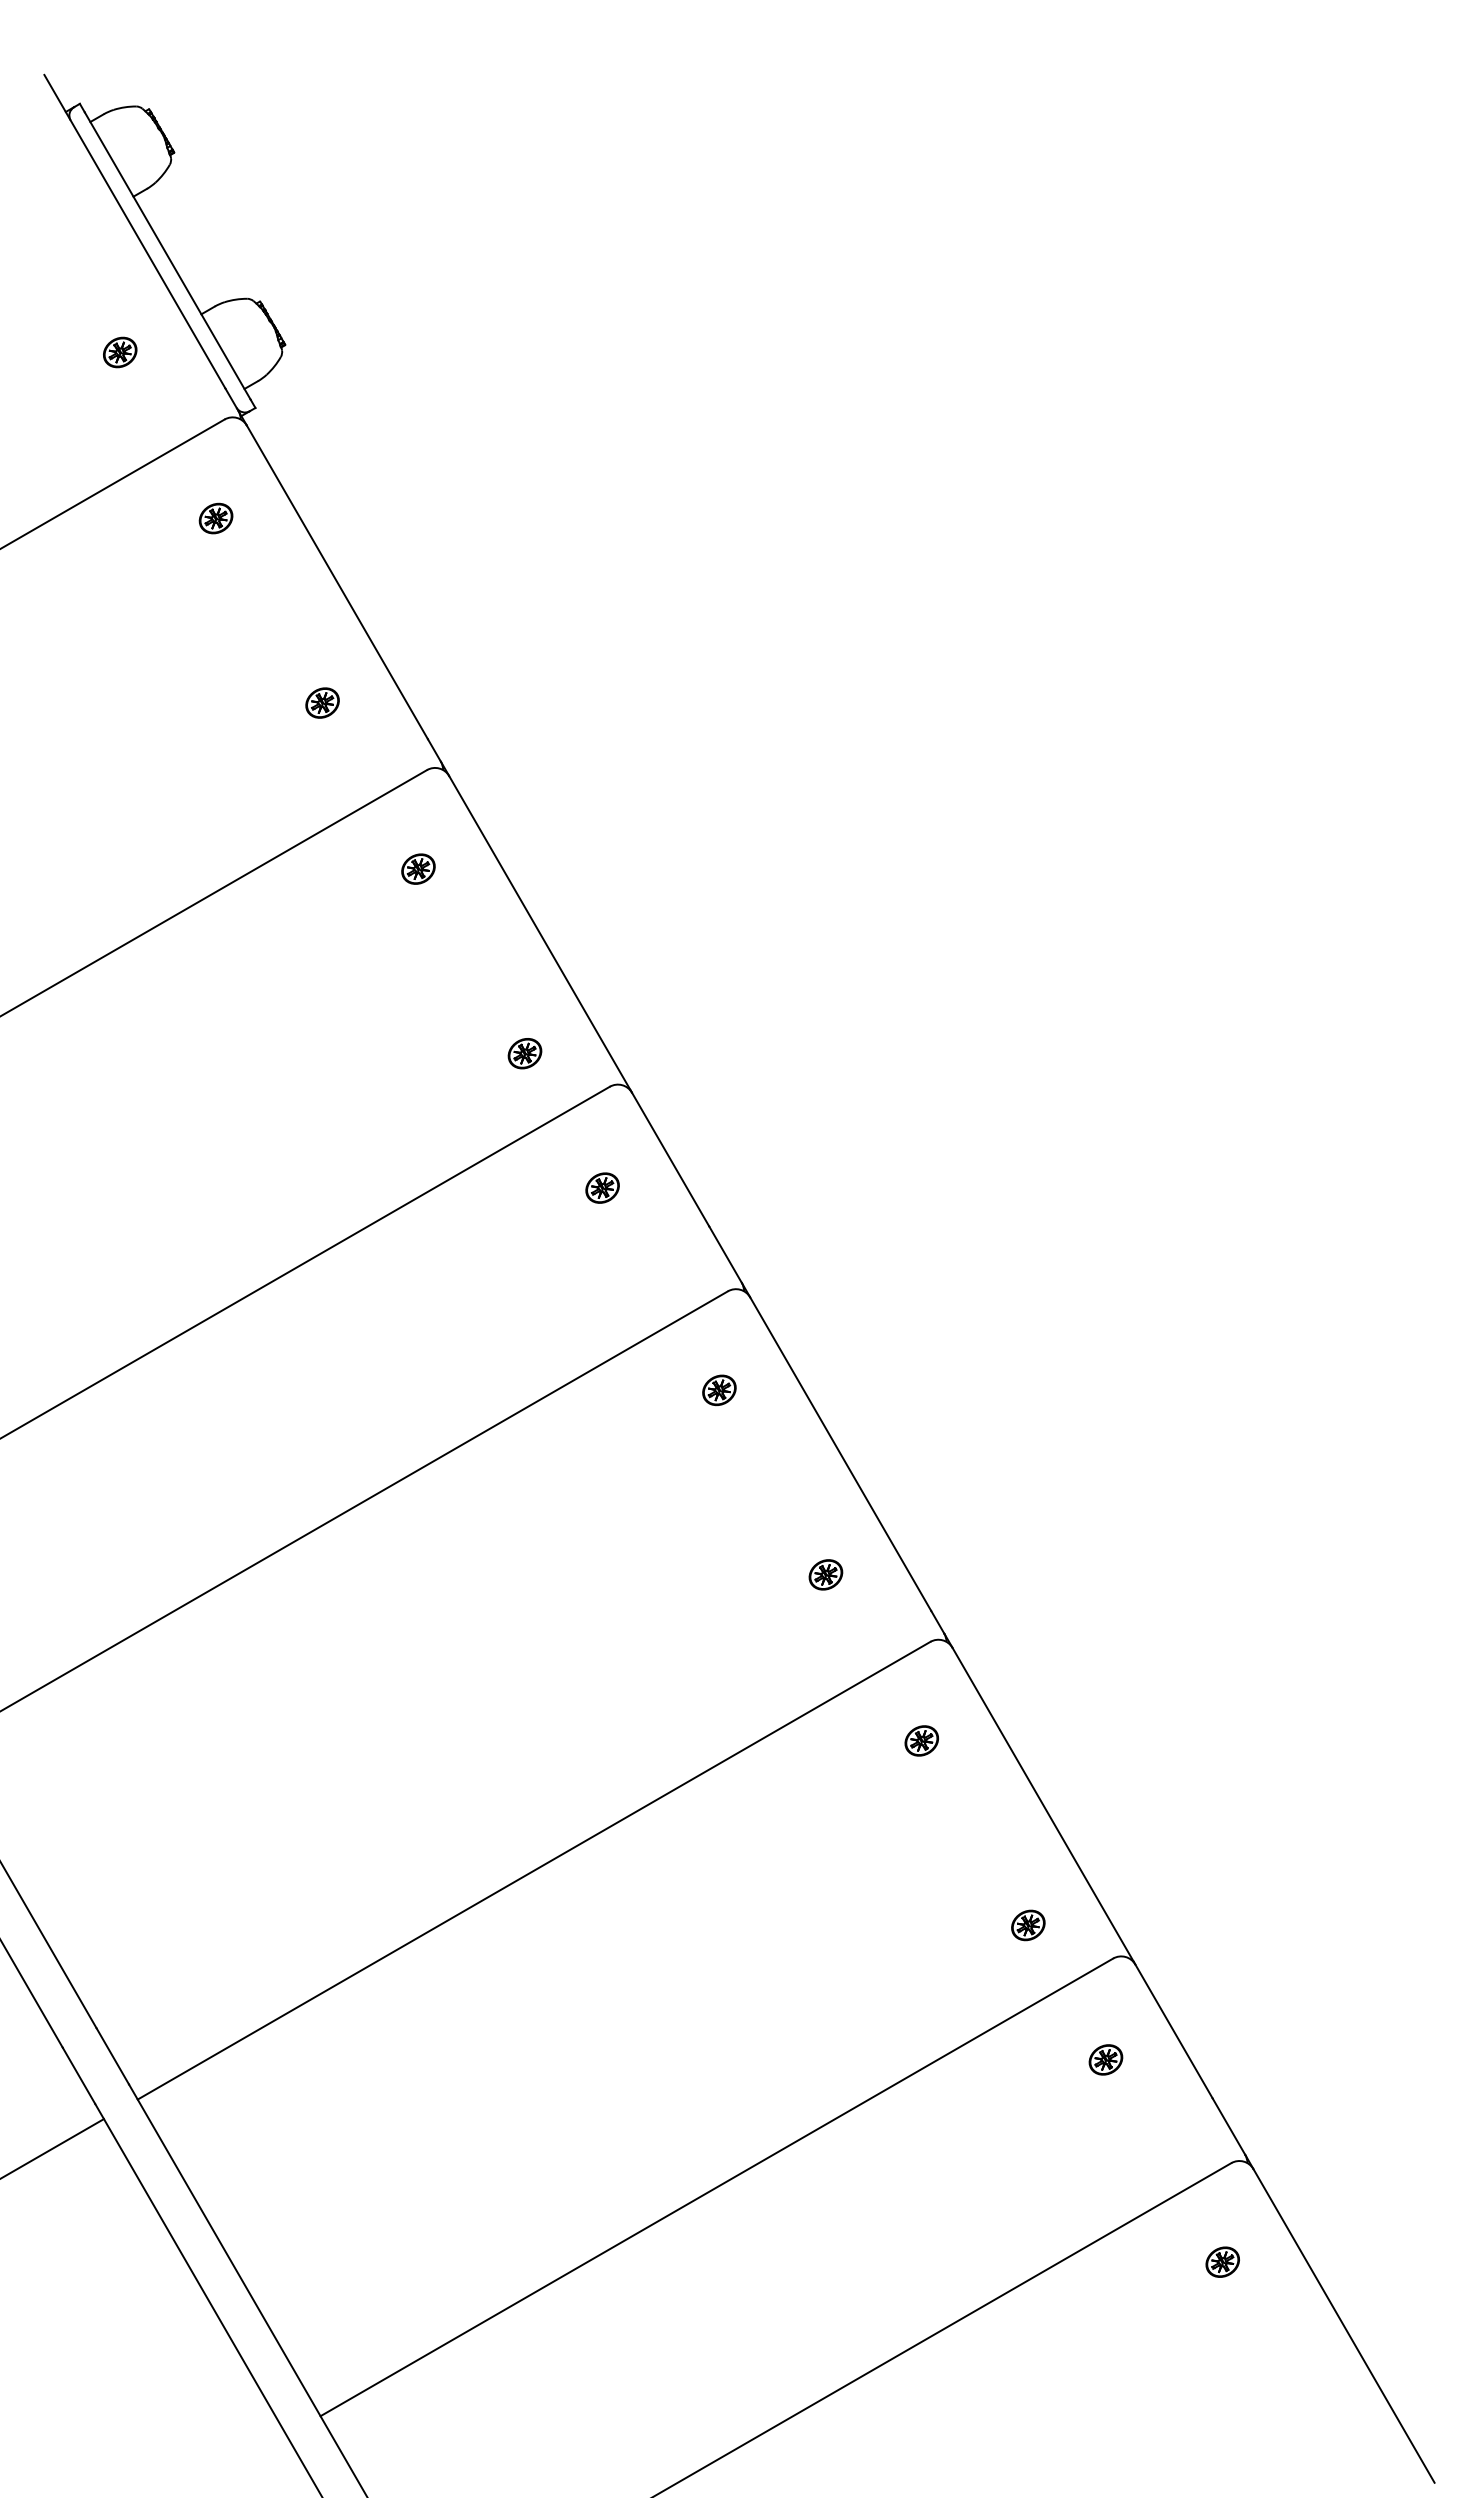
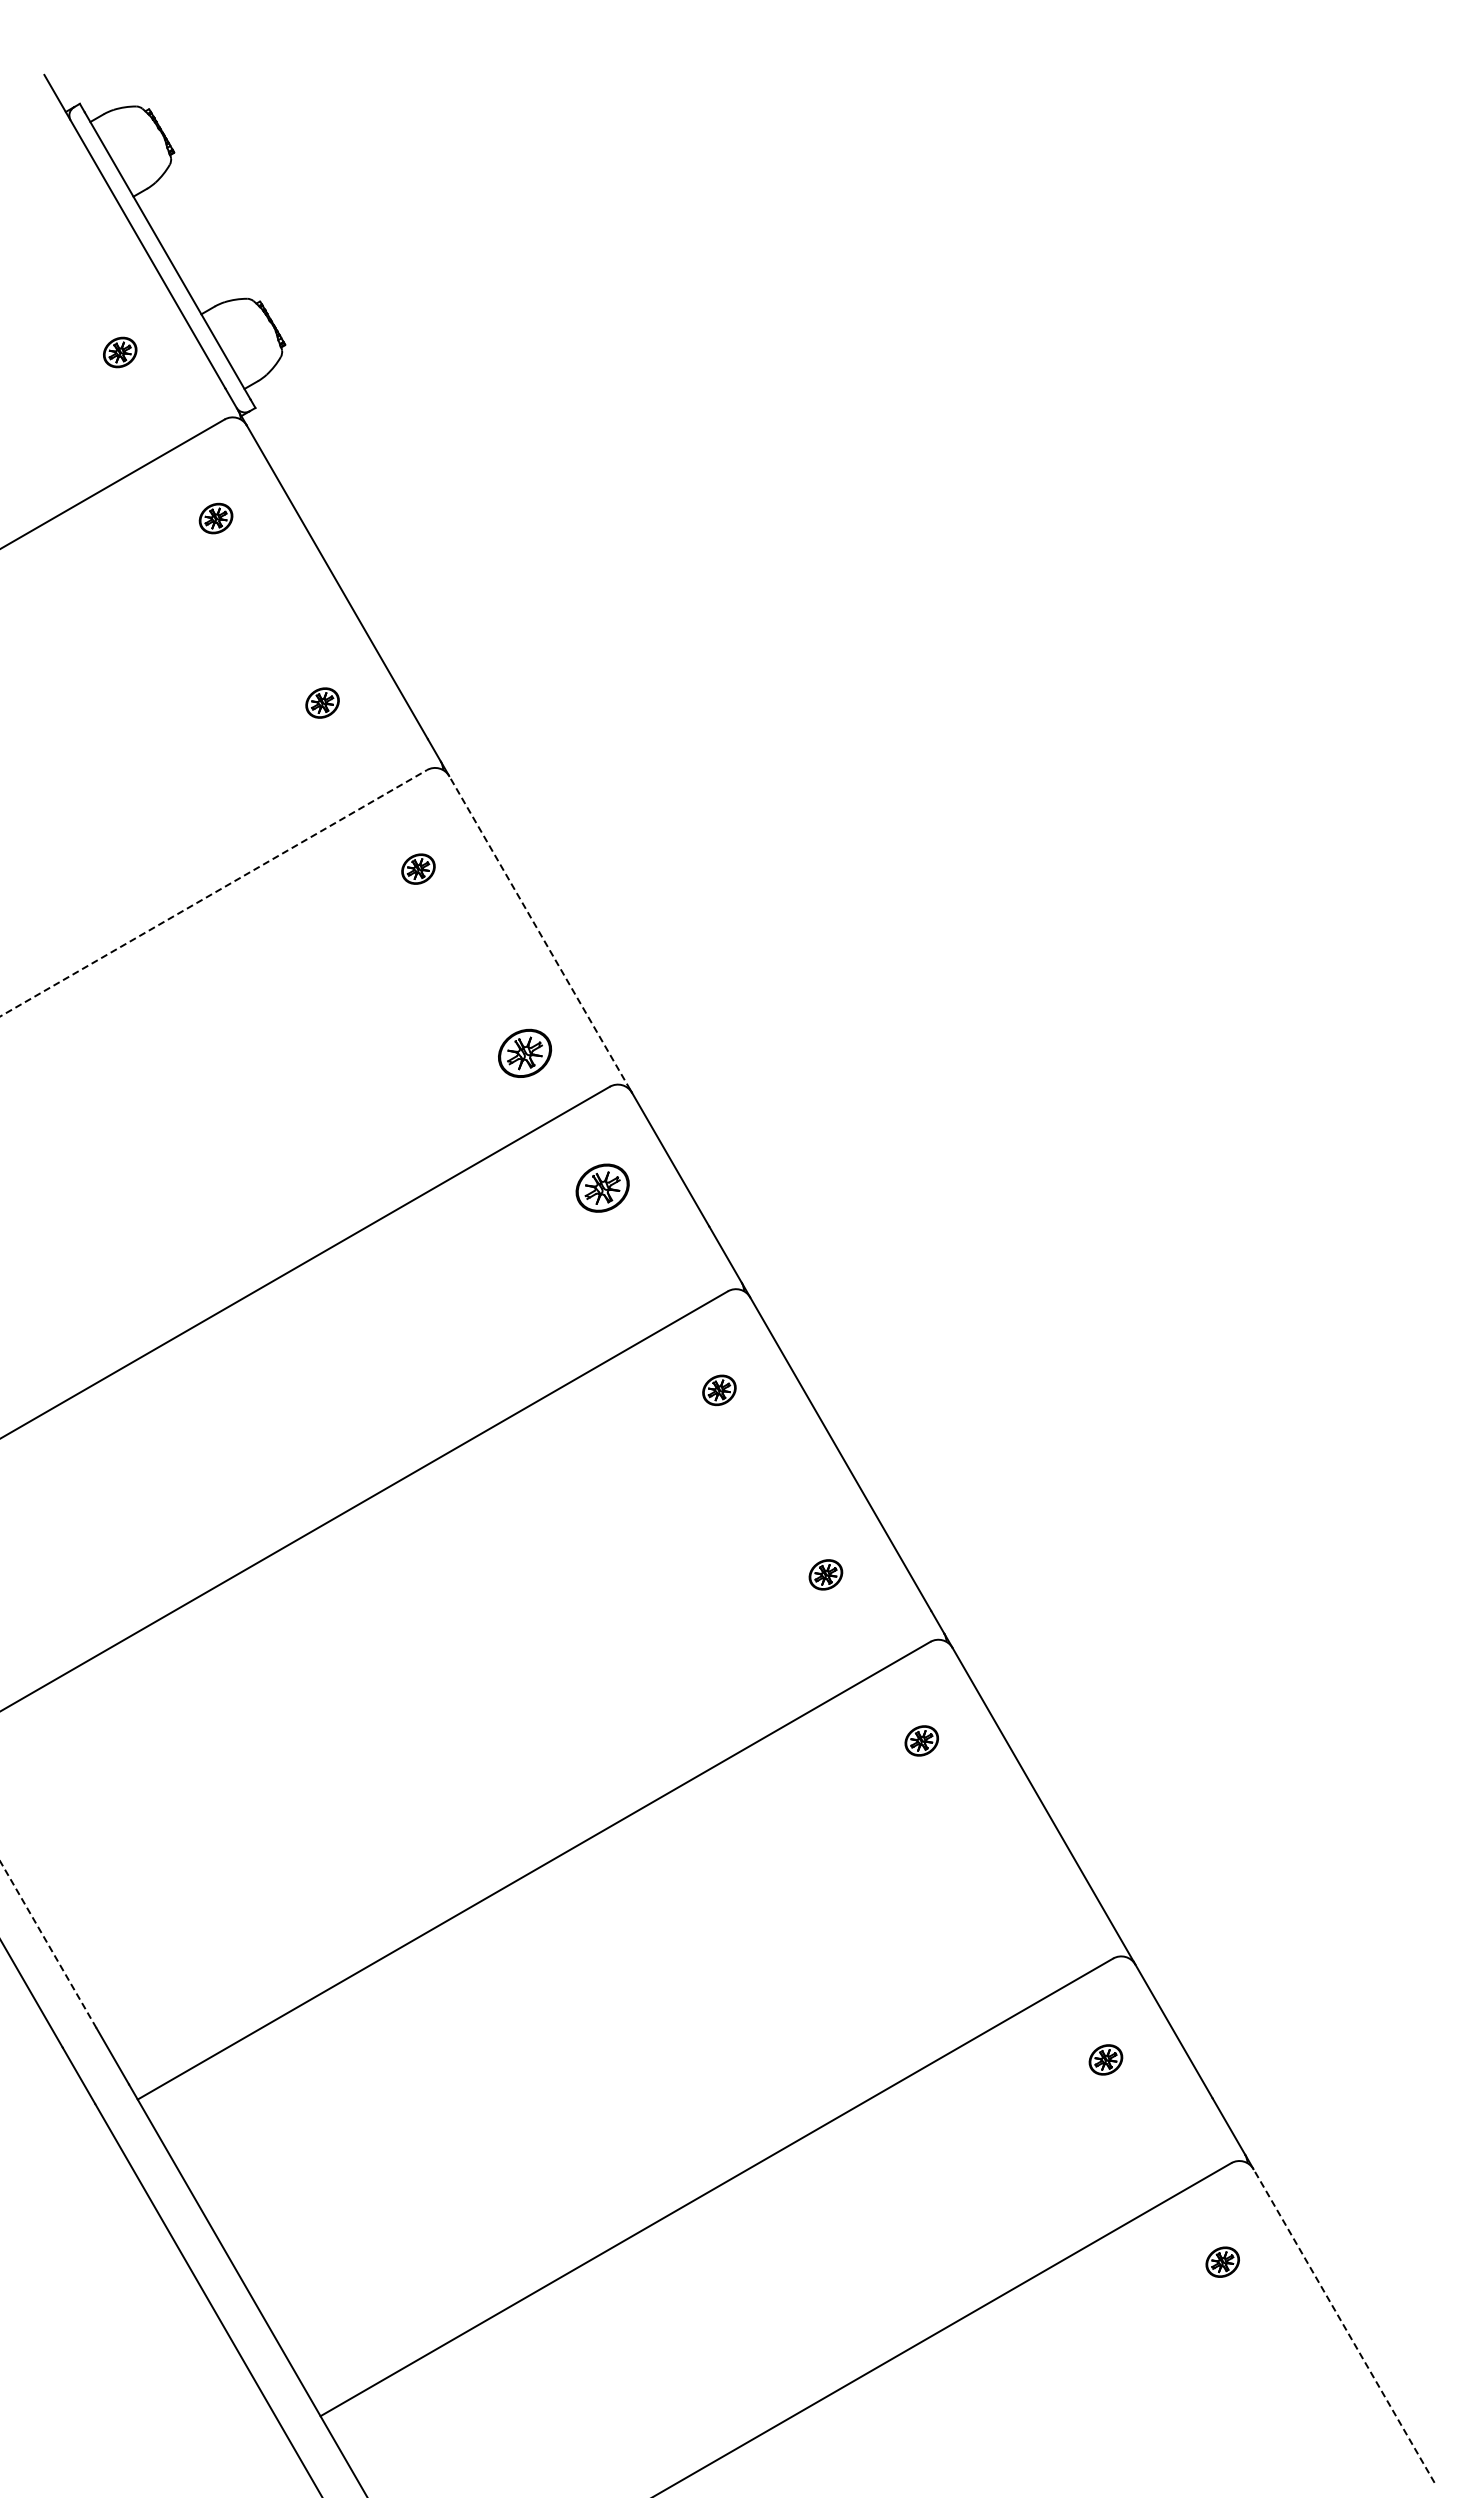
line at (214, 893): solid -> dashed
line at (539, 932): solid -> dashed
part at (524, 1053) size: 36x32 px -> 55x50 px
part at (602, 1187) size: 35x32 px -> 55x50 px
part at (1028, 1925): present -> none
line at (48, 1944): solid -> dashed
line at (52, 2148): present -> none
line at (1343, 2325): solid -> dashed
